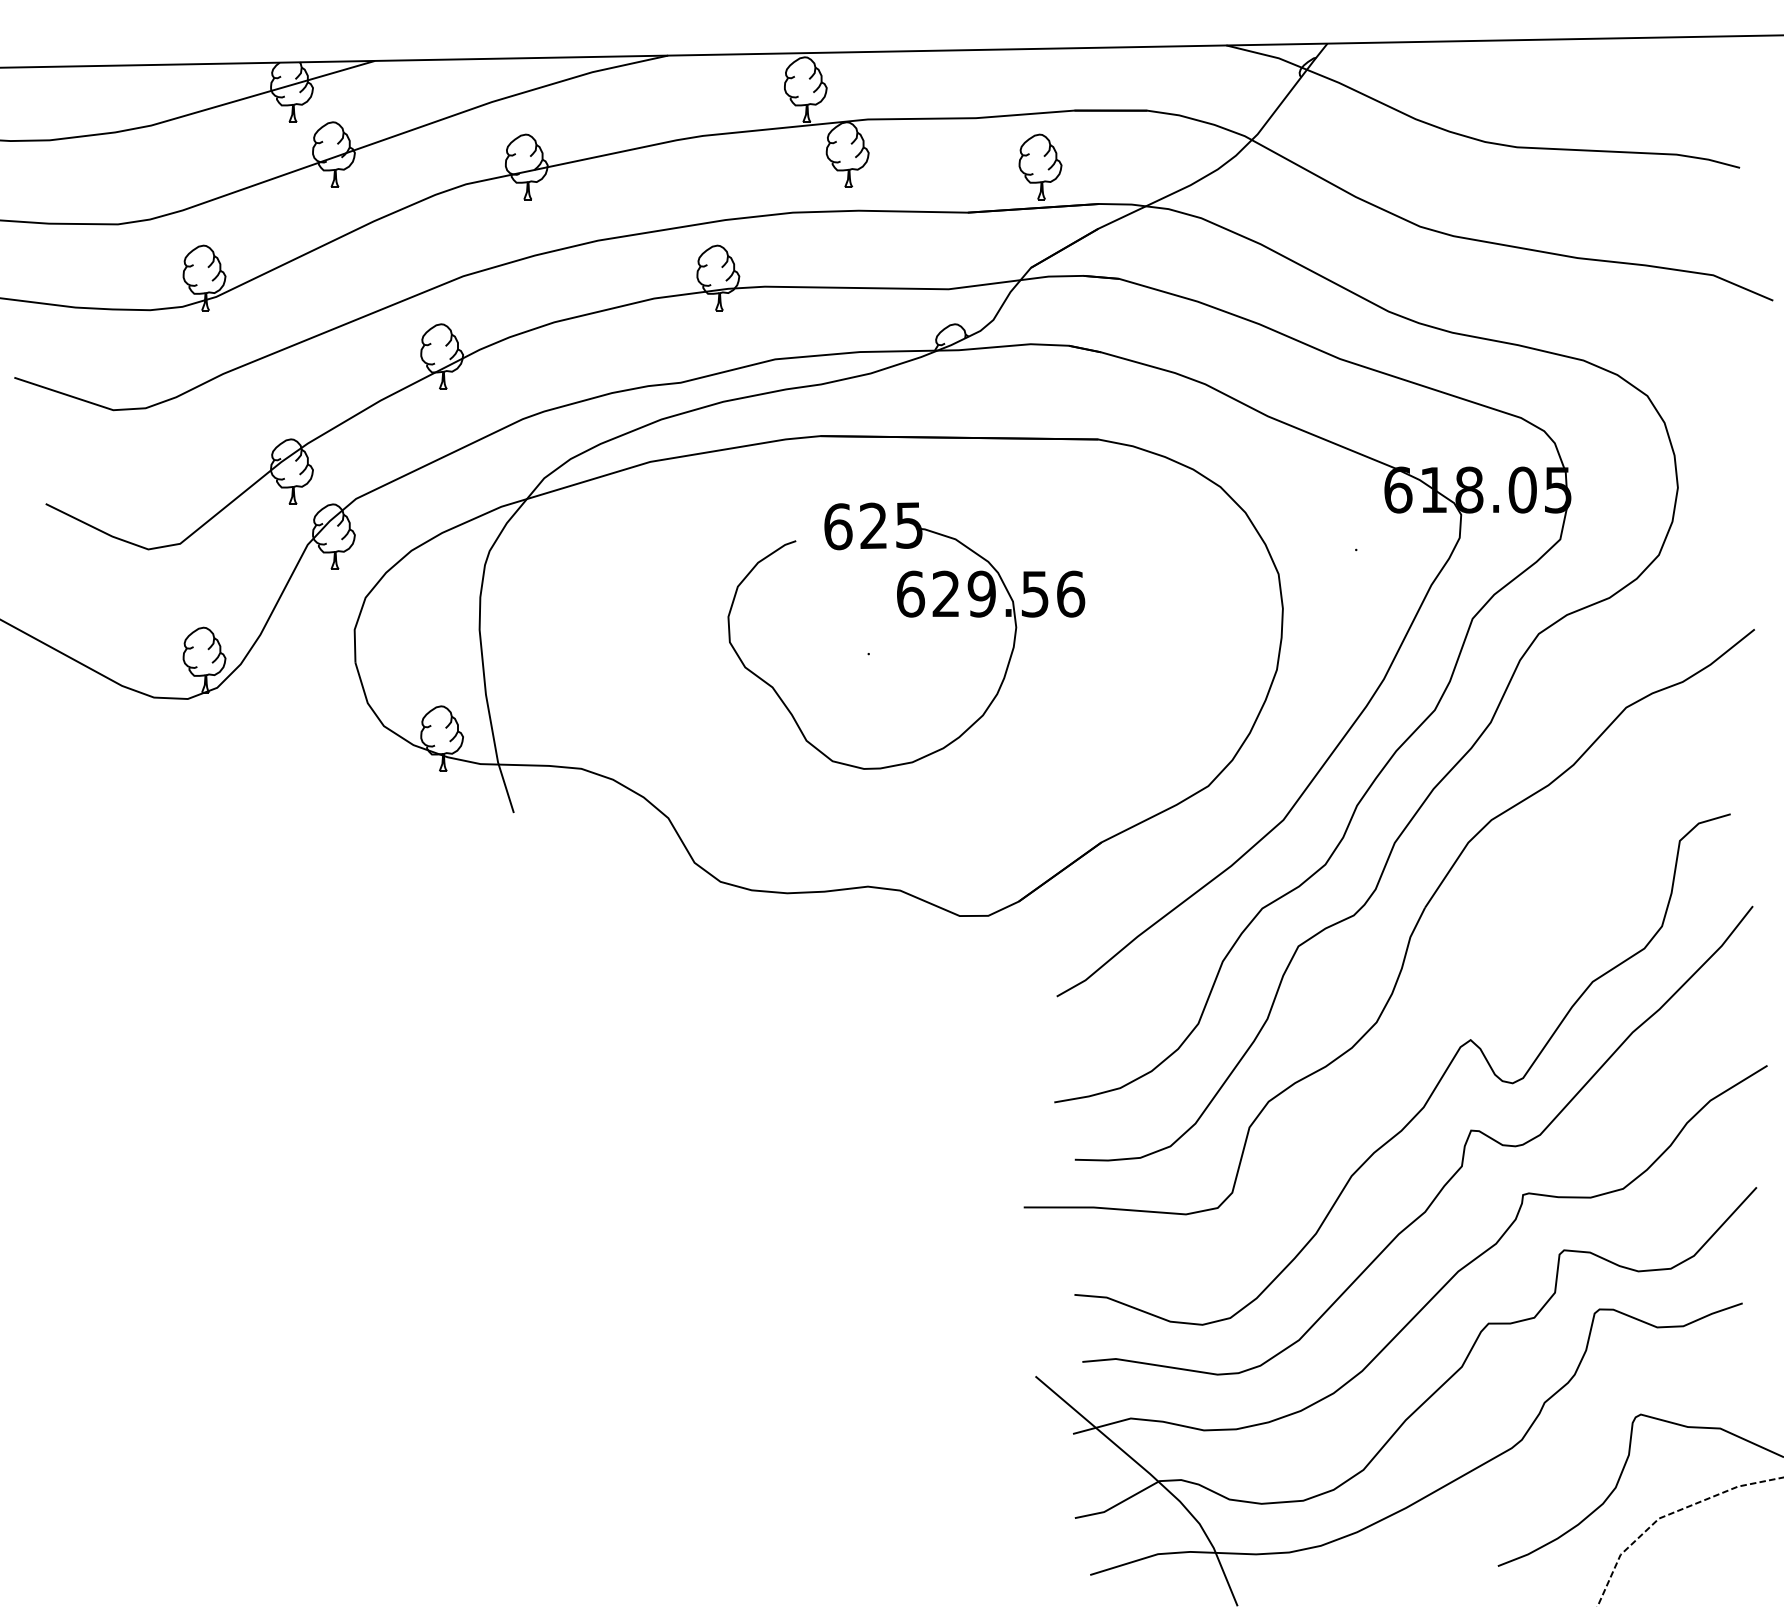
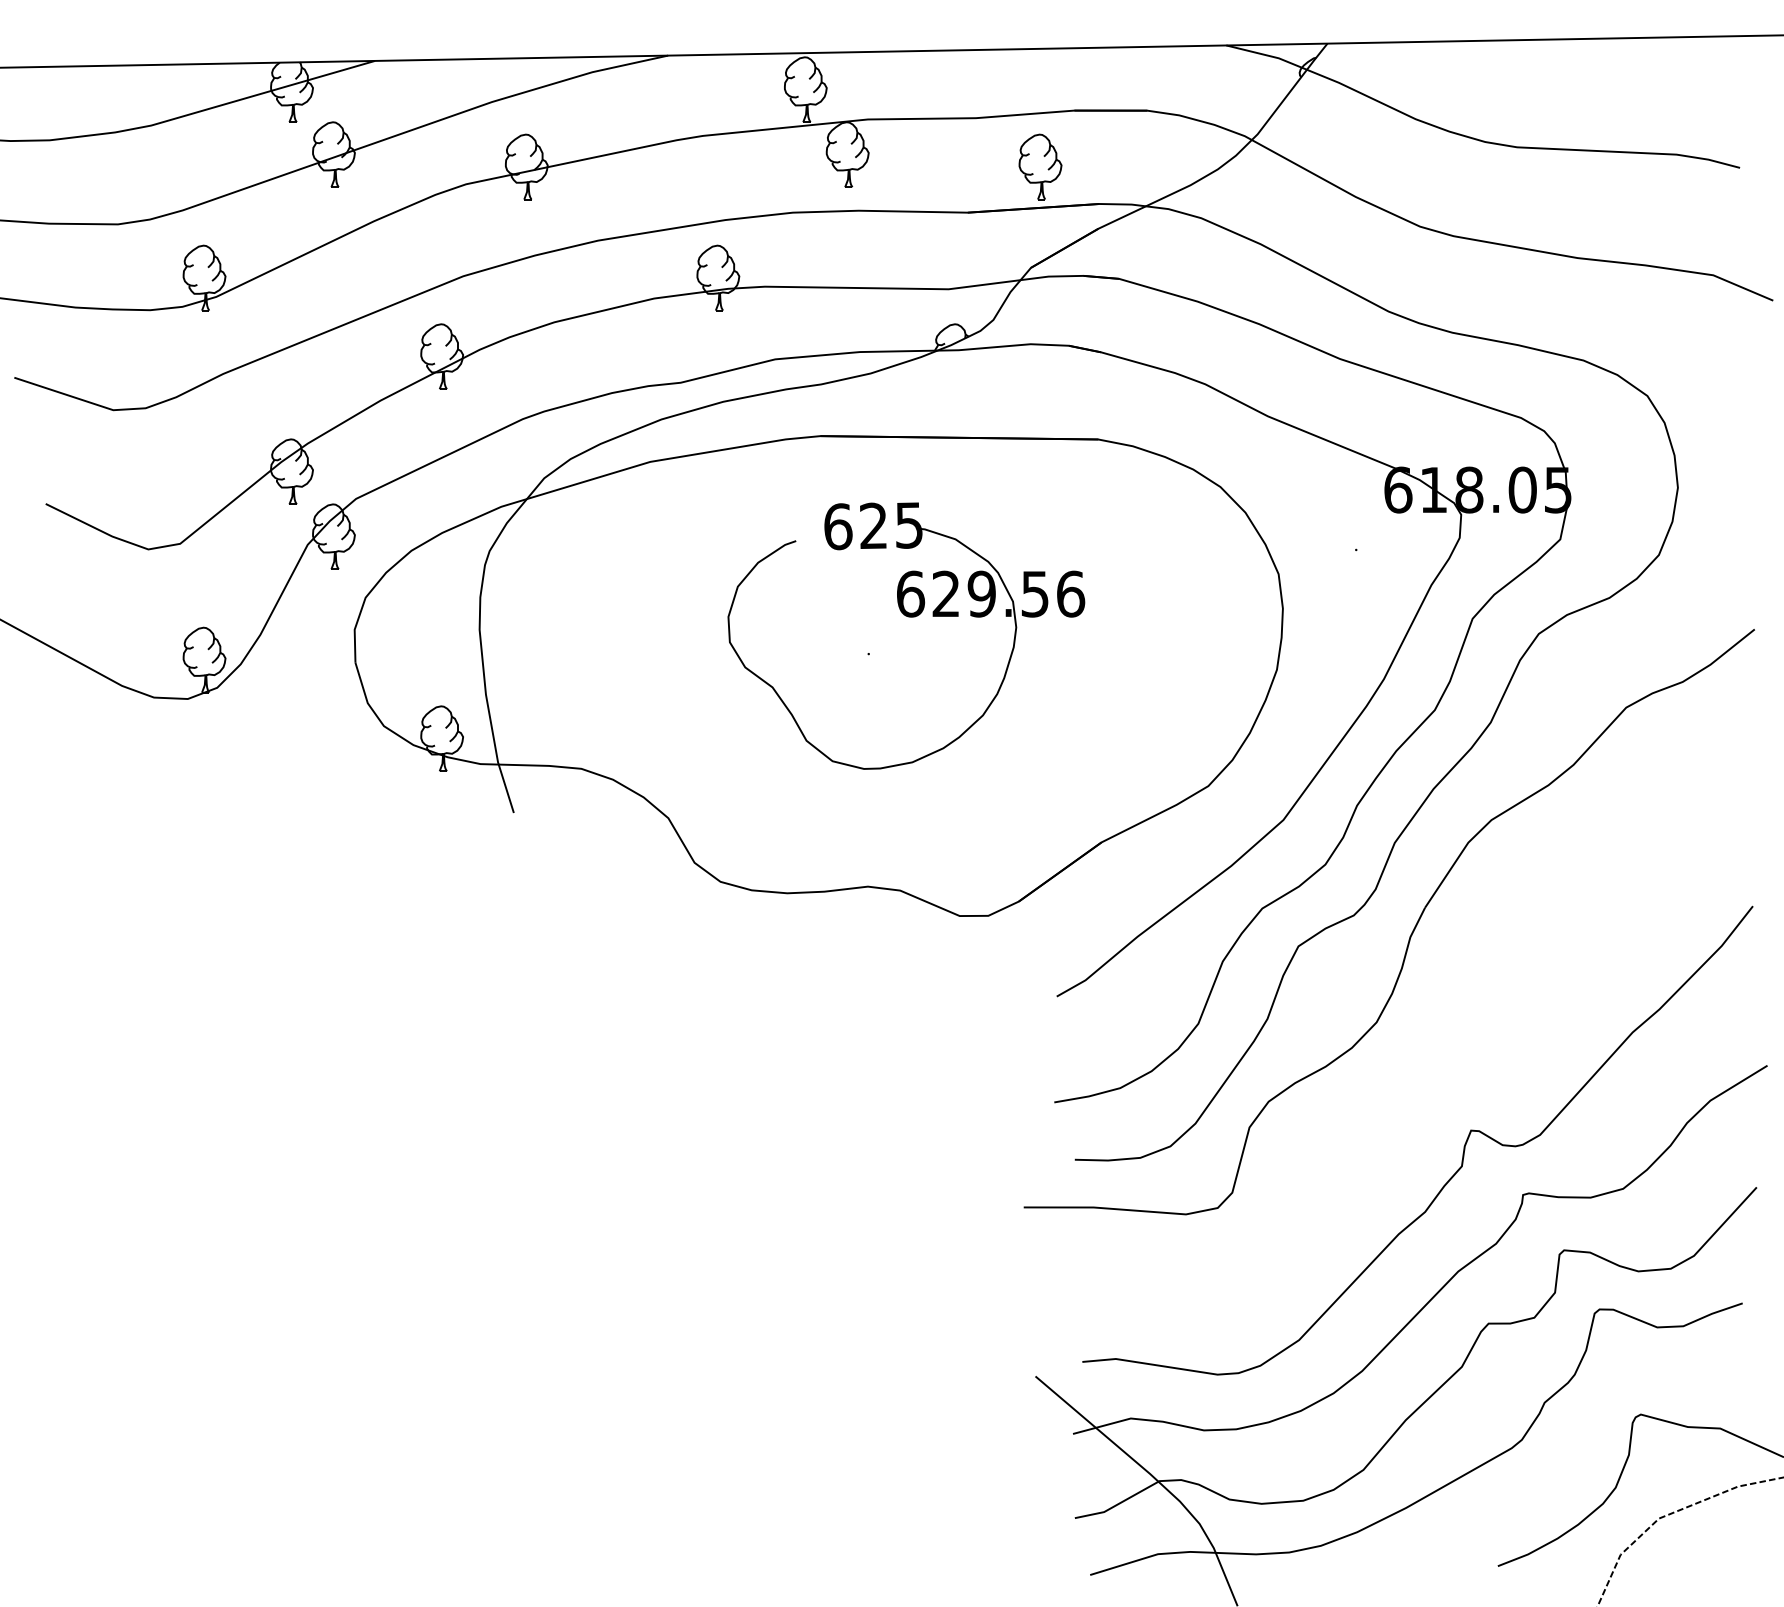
curve at (1432, 1090): present -> none
